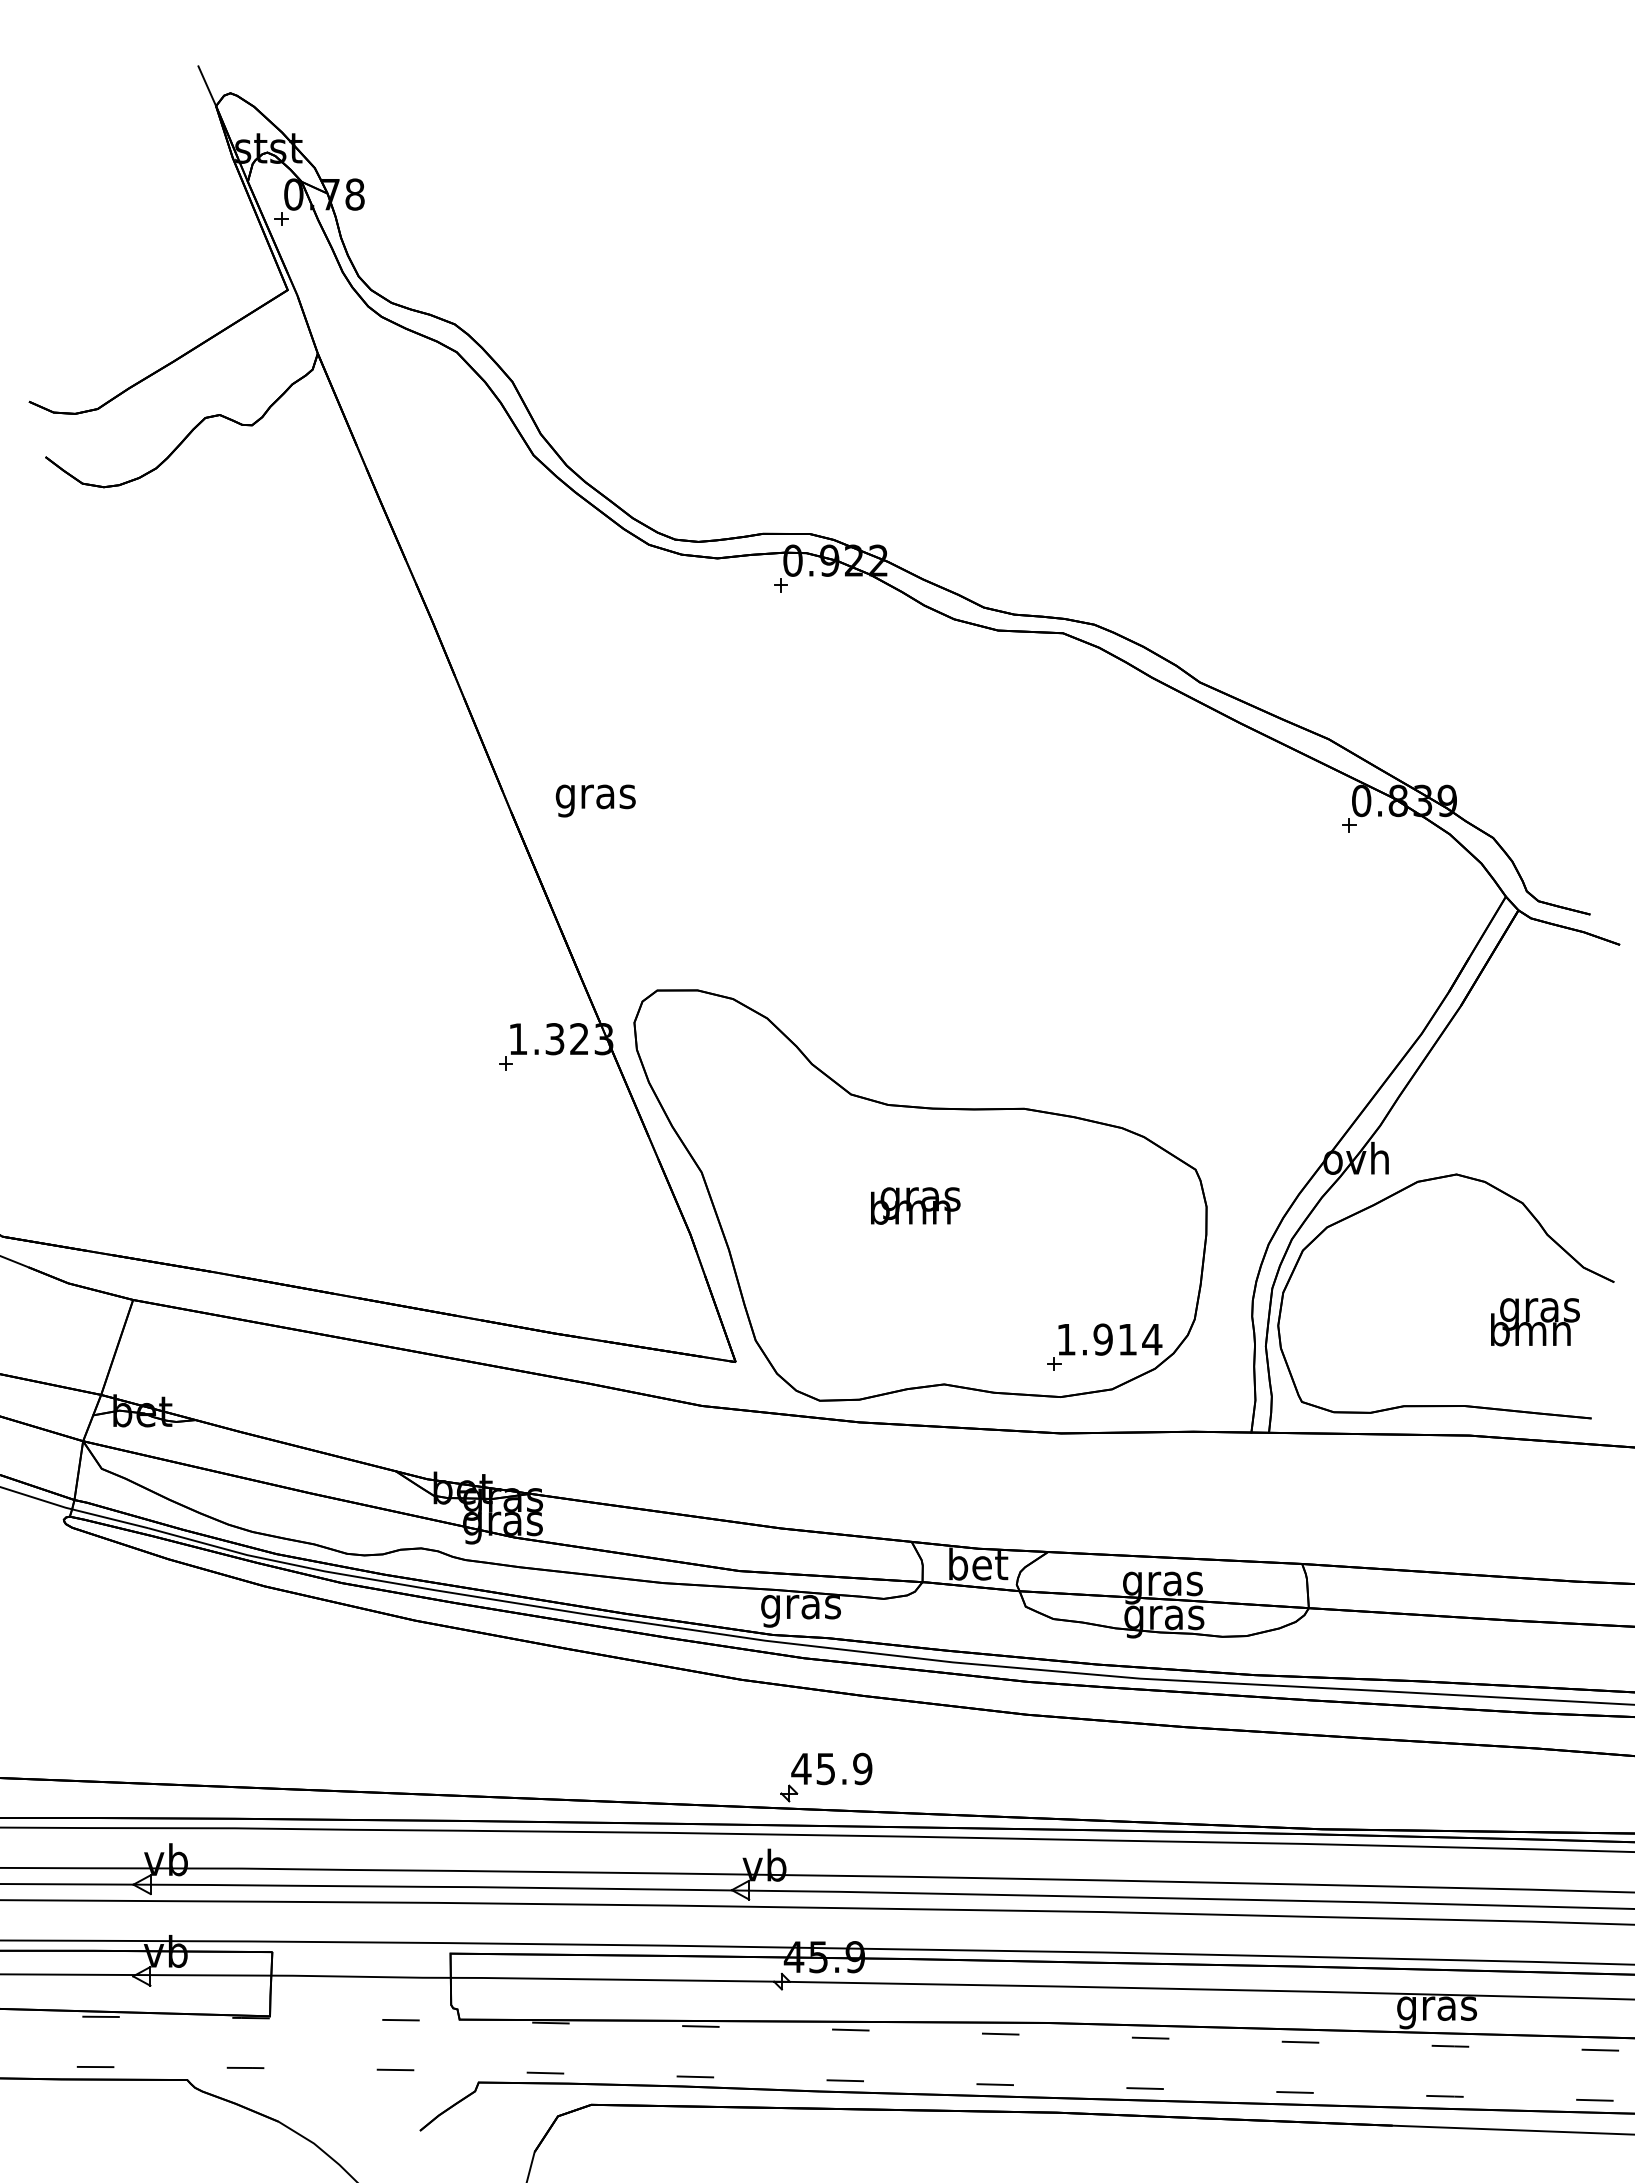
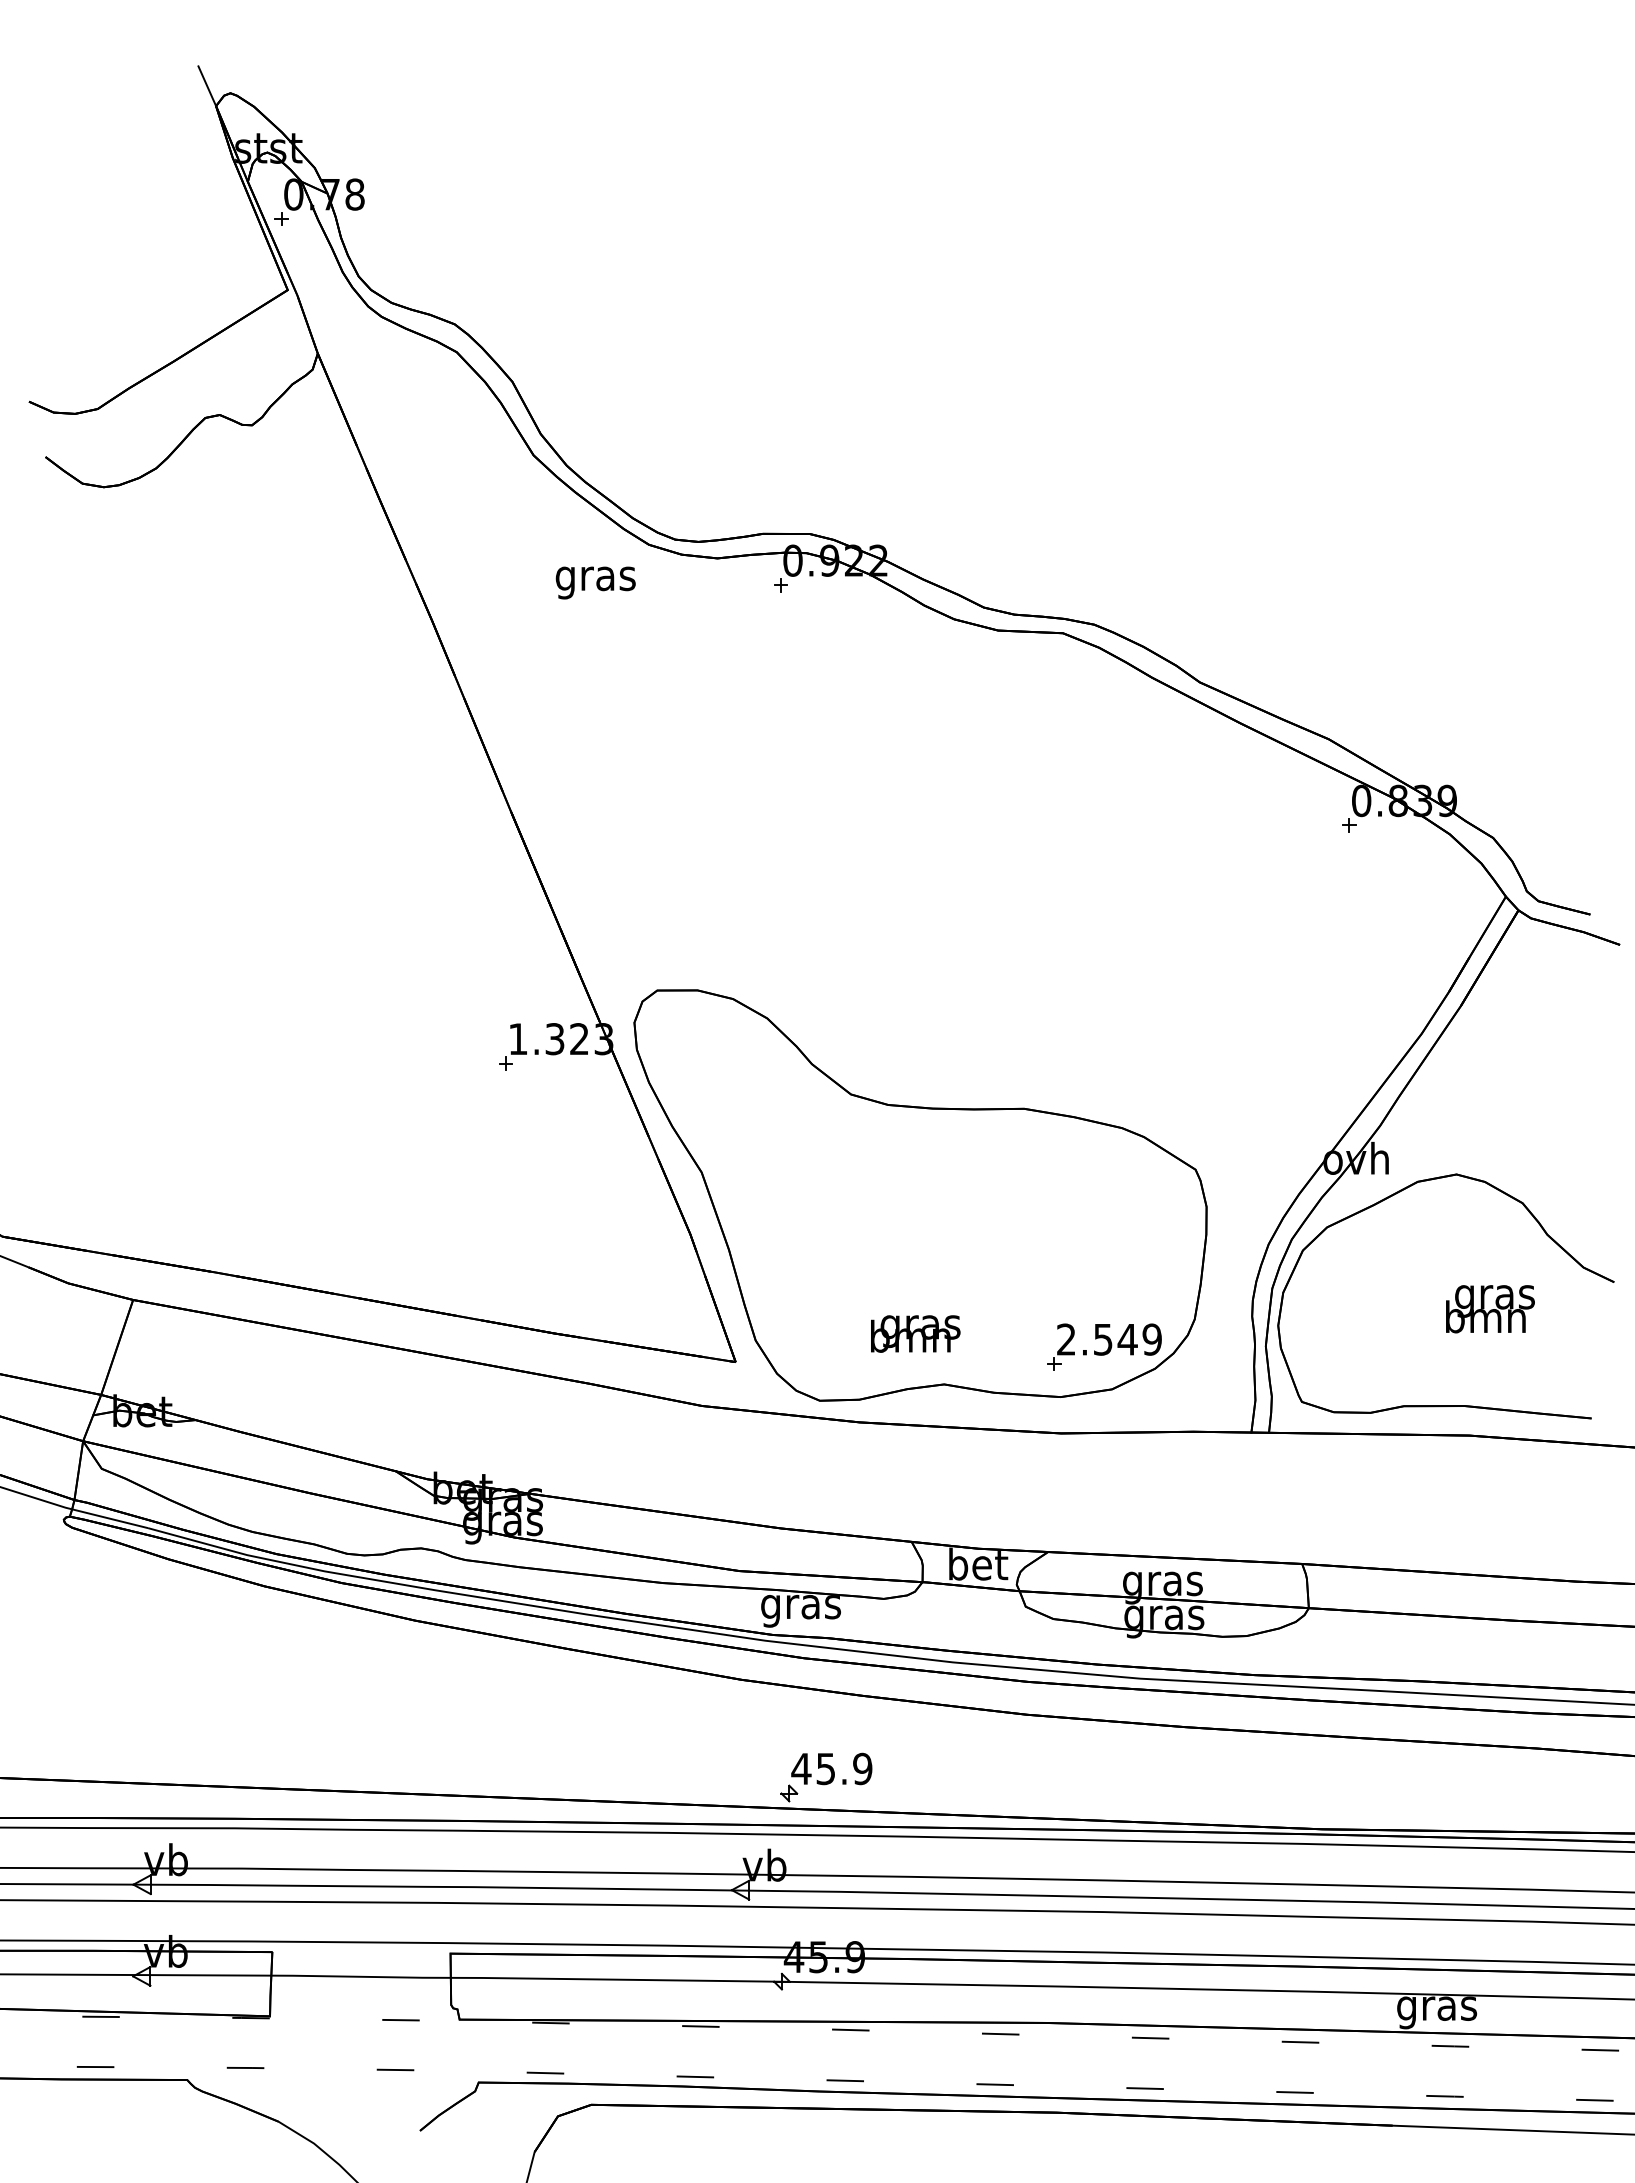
text at (595, 800) position: (595, 800) -> (595, 582)
text at (915, 1205) position: (915, 1205) -> (915, 1333)
text at (1535, 1322) position: (1535, 1322) -> (1490, 1309)
text at (1109, 1339): 1.914 -> 2.549
